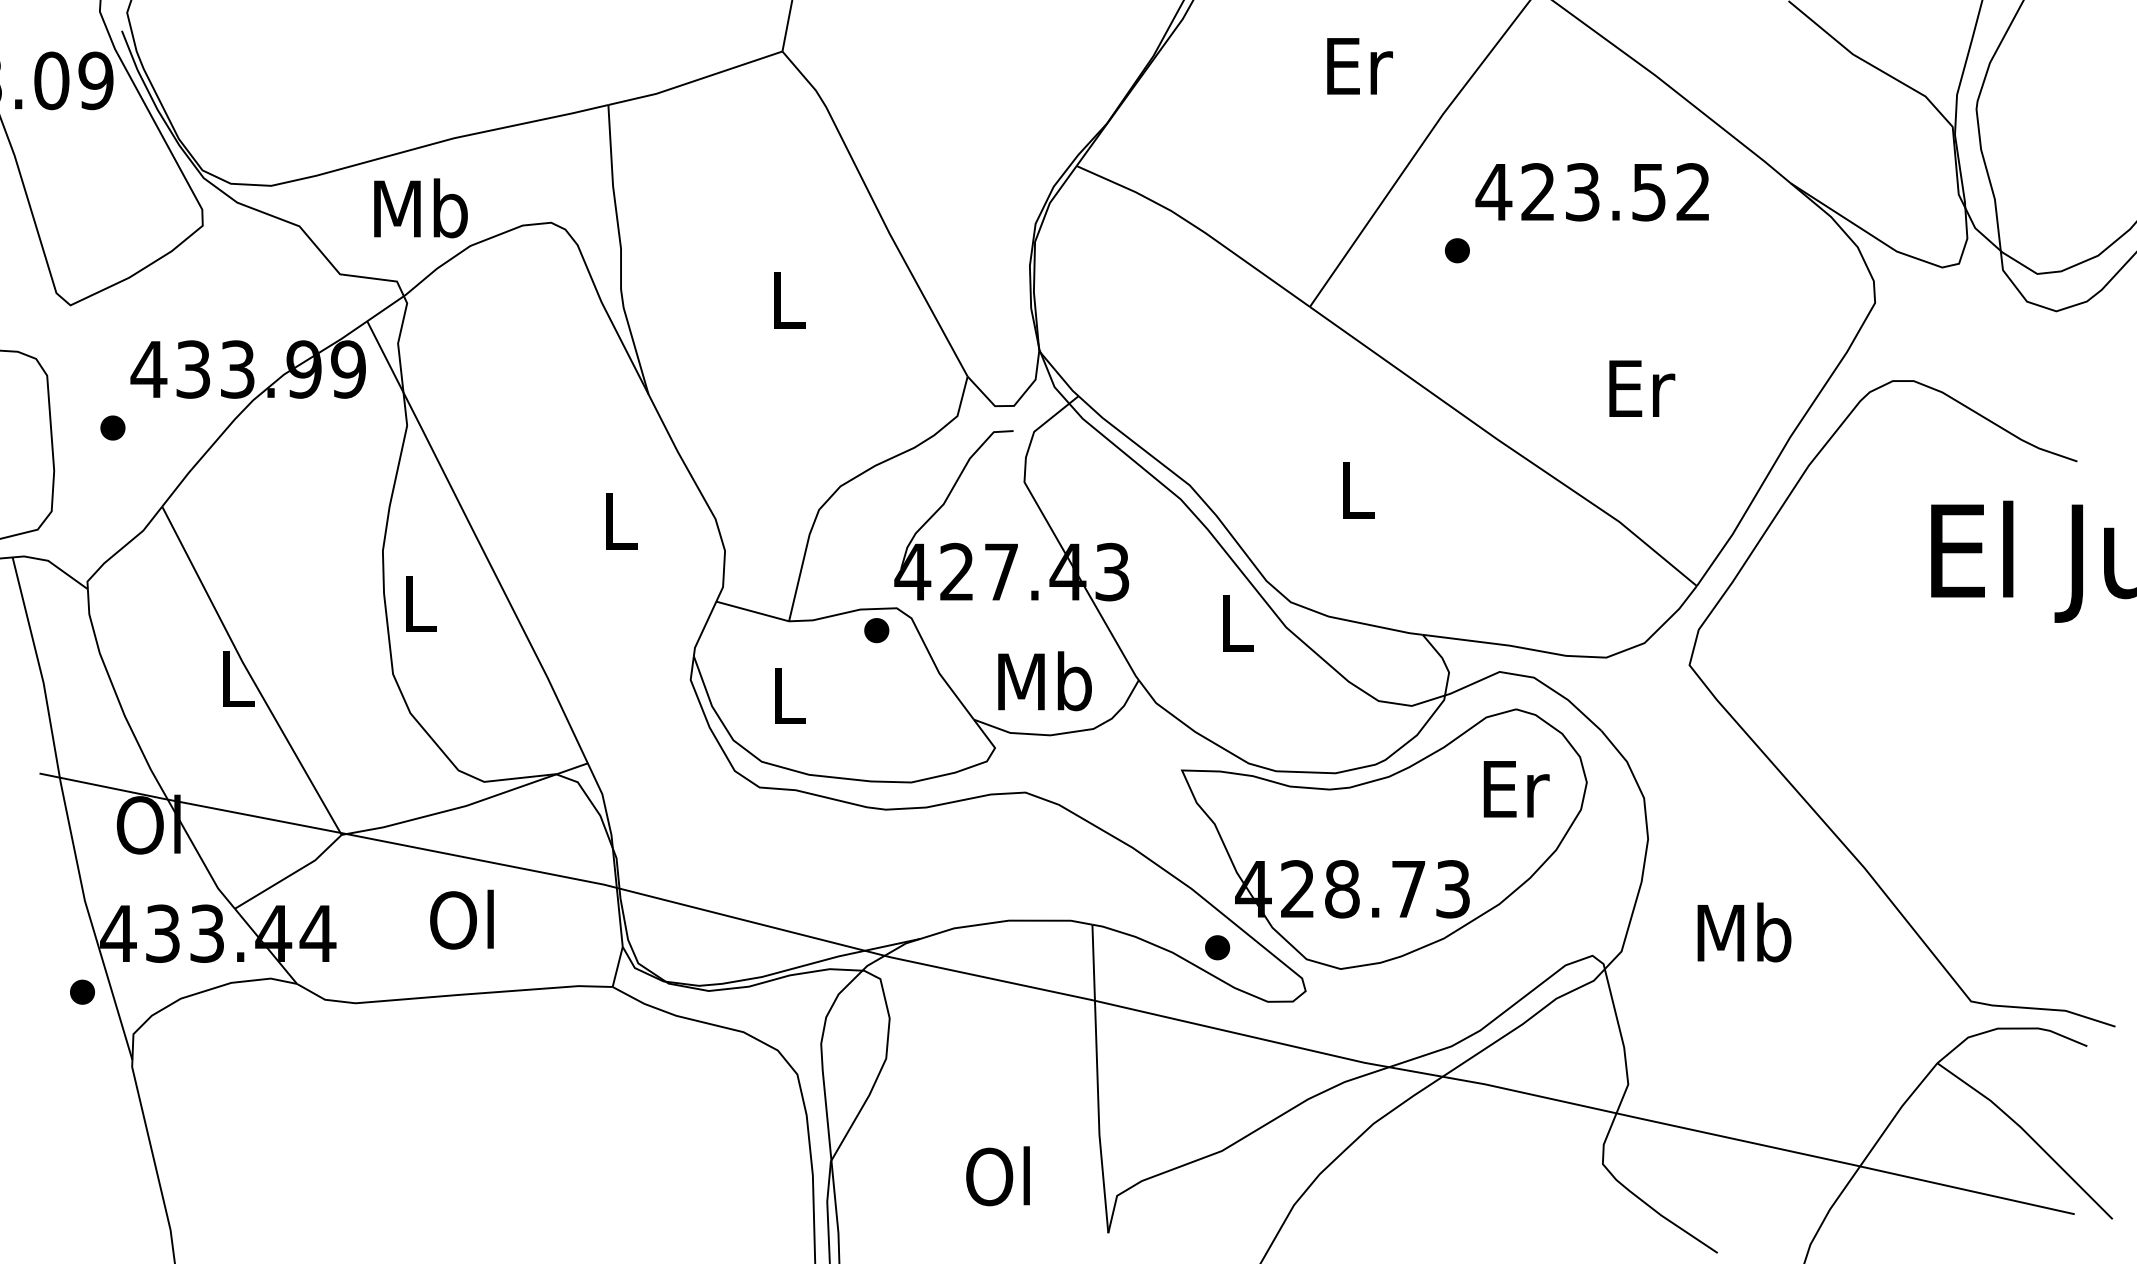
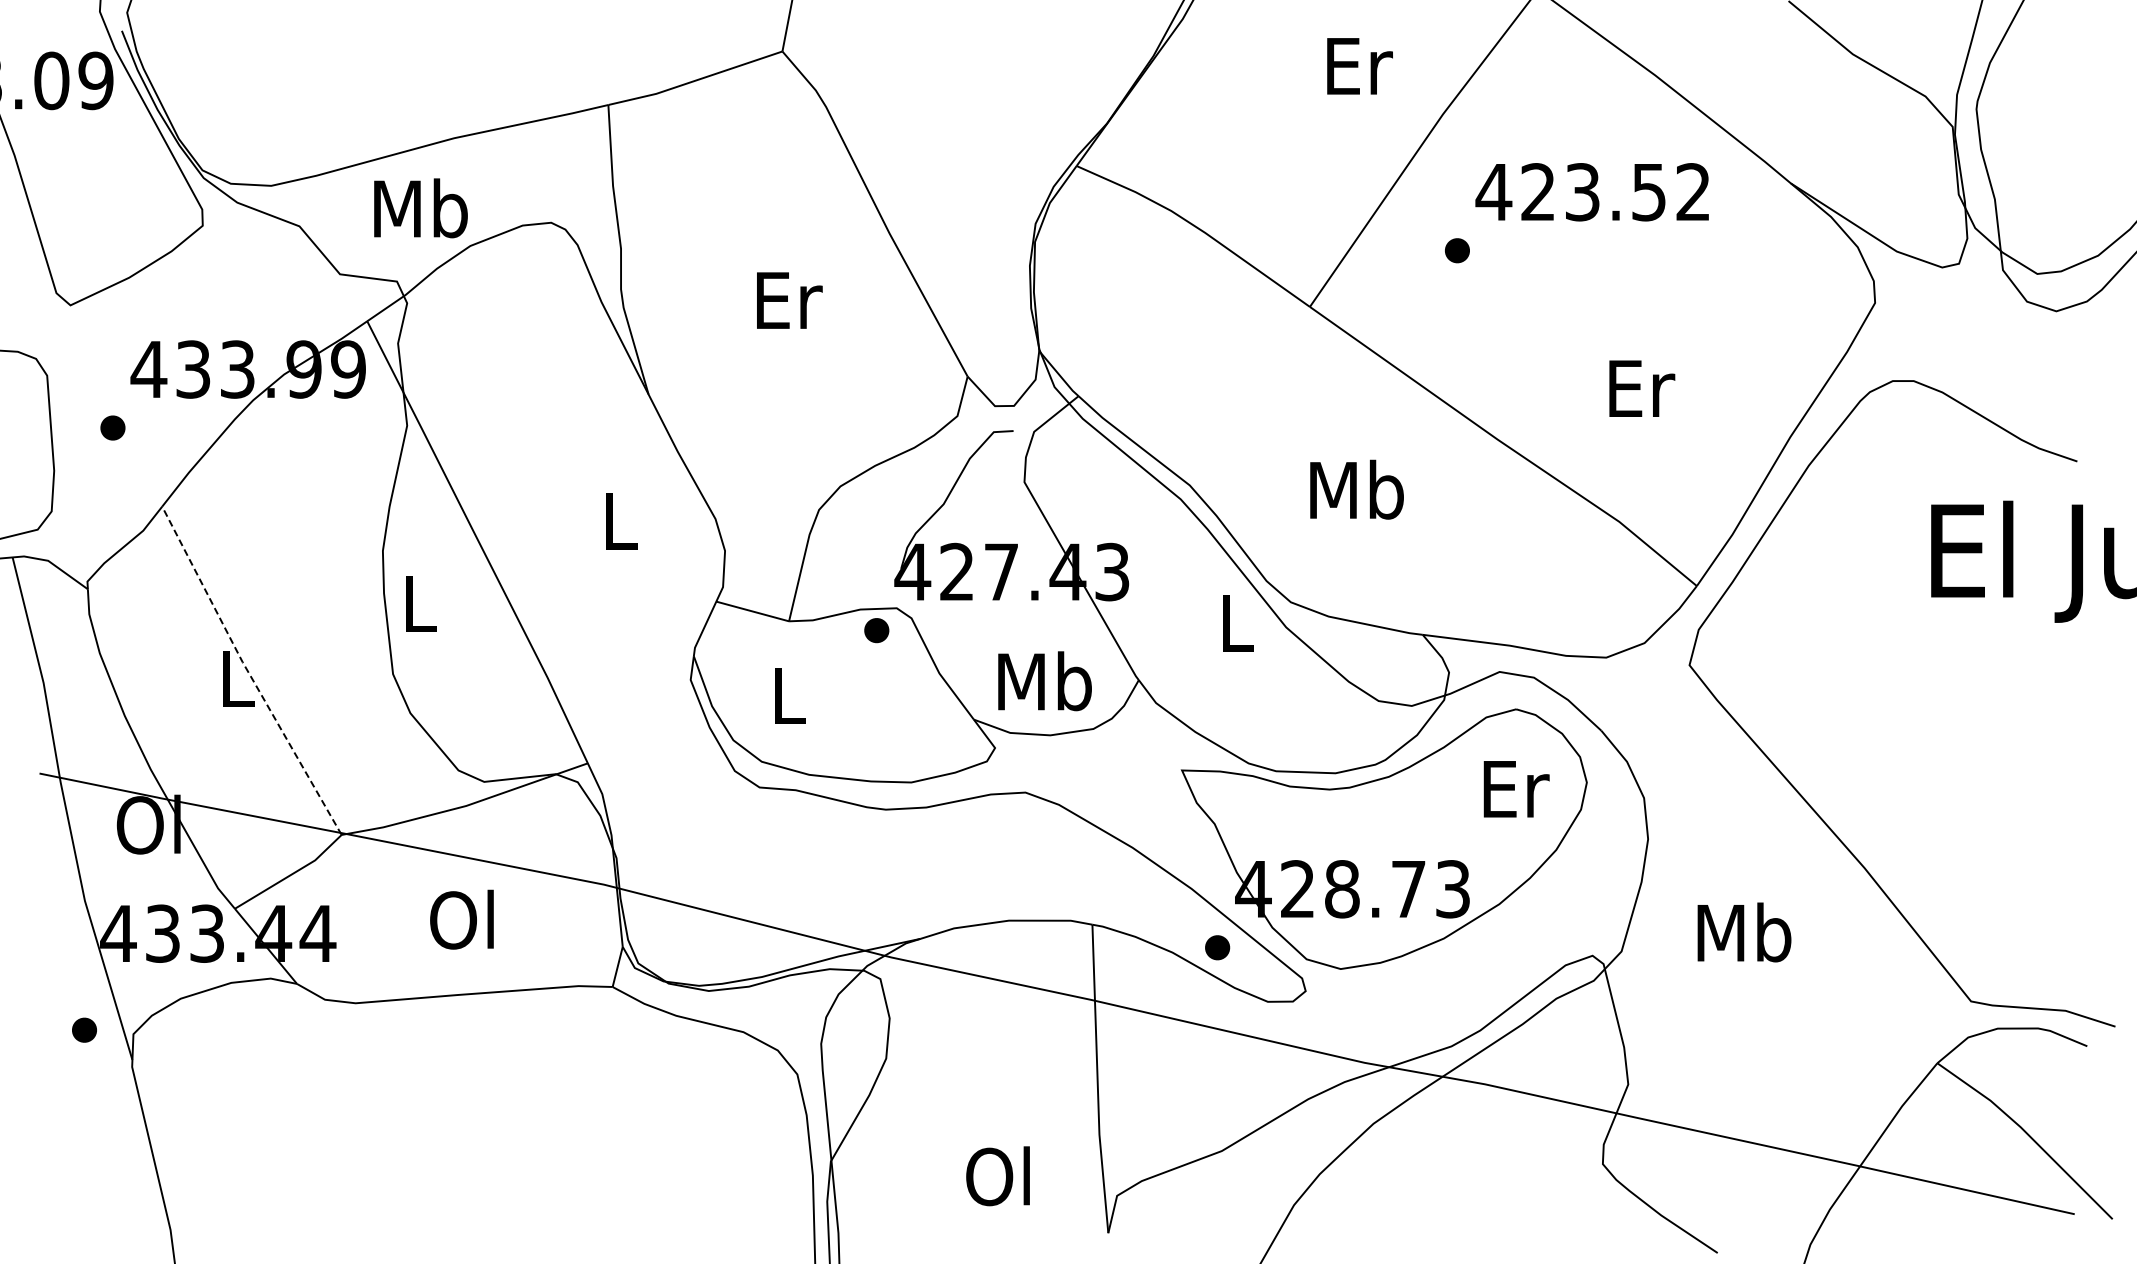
text at (789, 300): L -> Er
text at (1356, 489): L -> Mb
line at (248, 671): solid -> dashed
part at (82, 991) position: (82, 991) -> (84, 1029)
